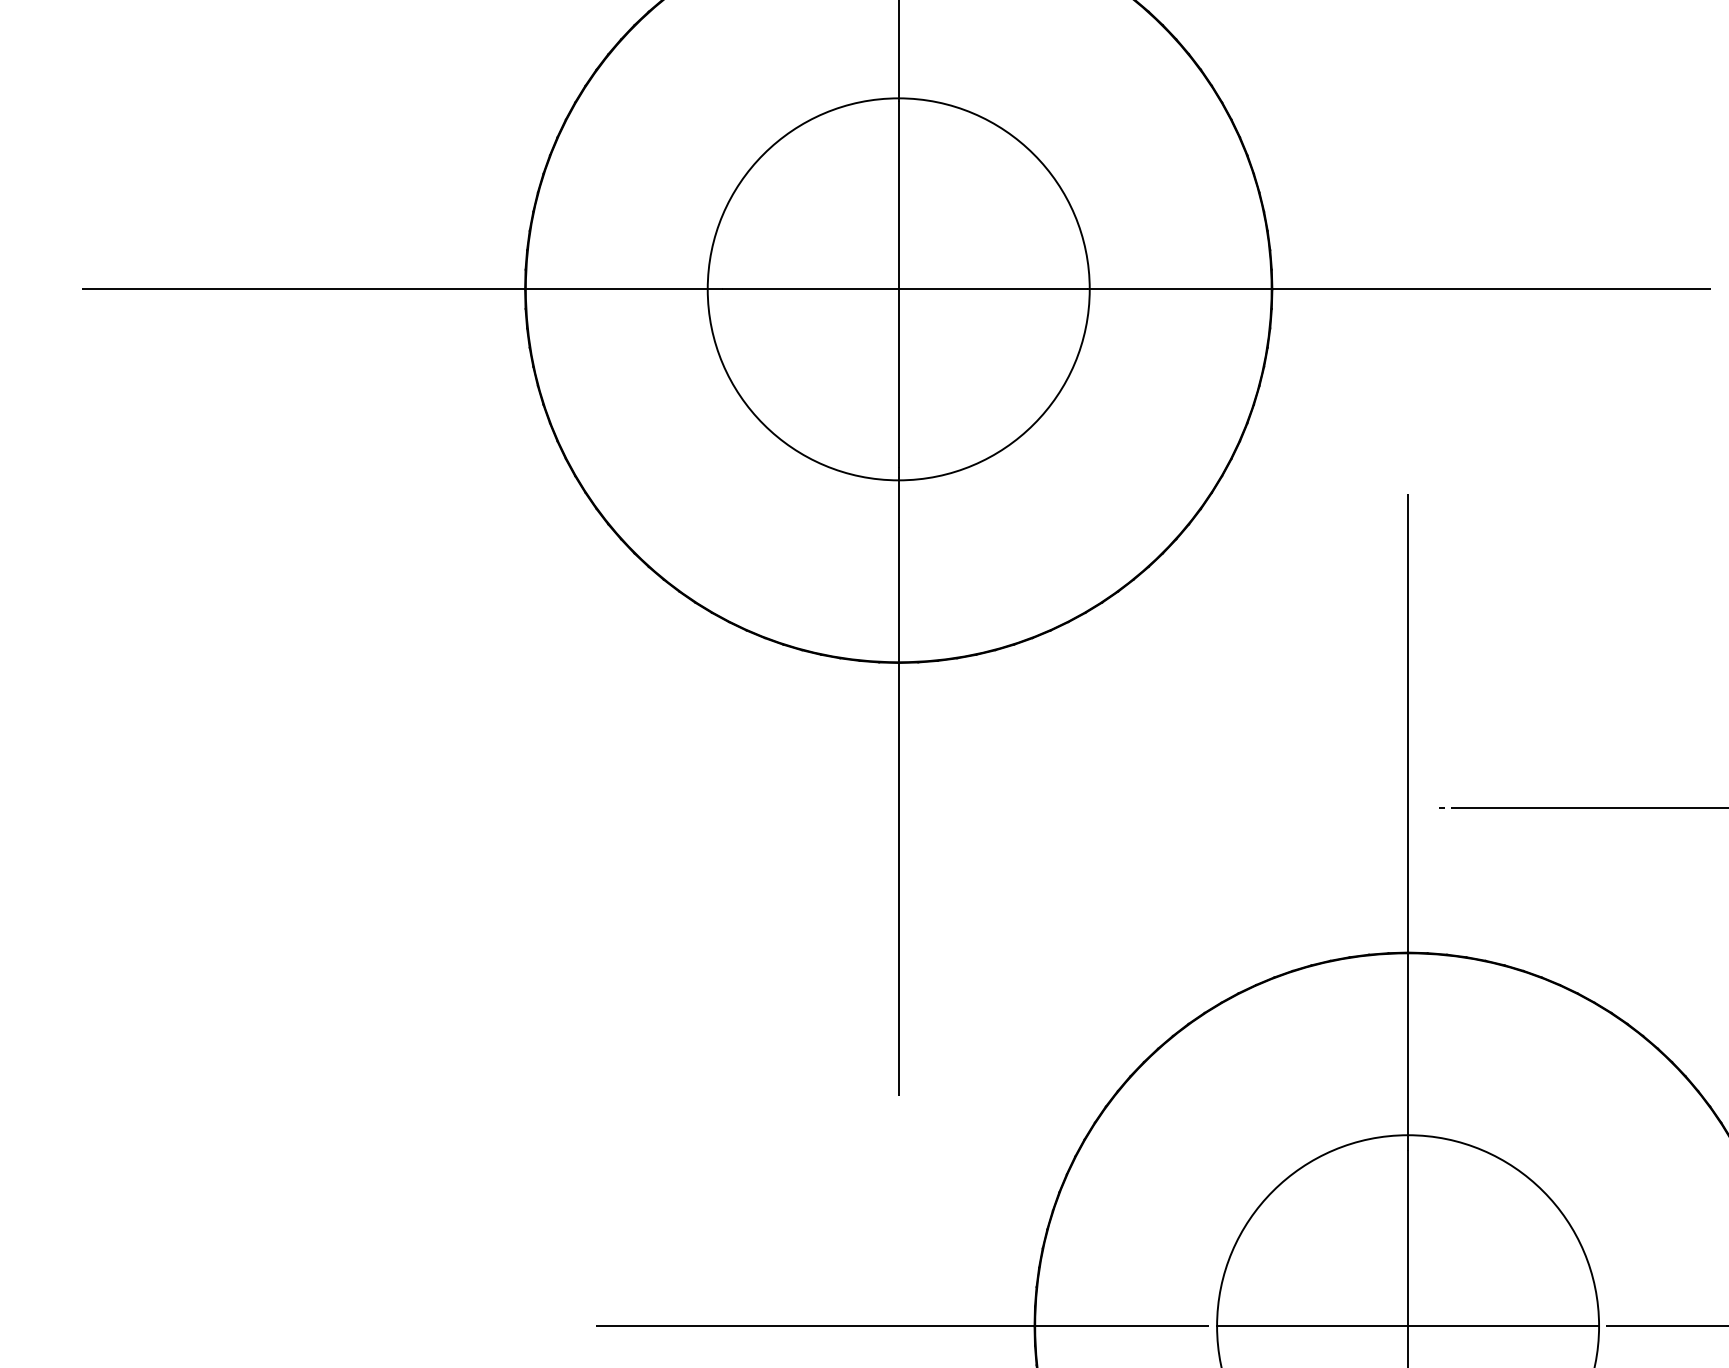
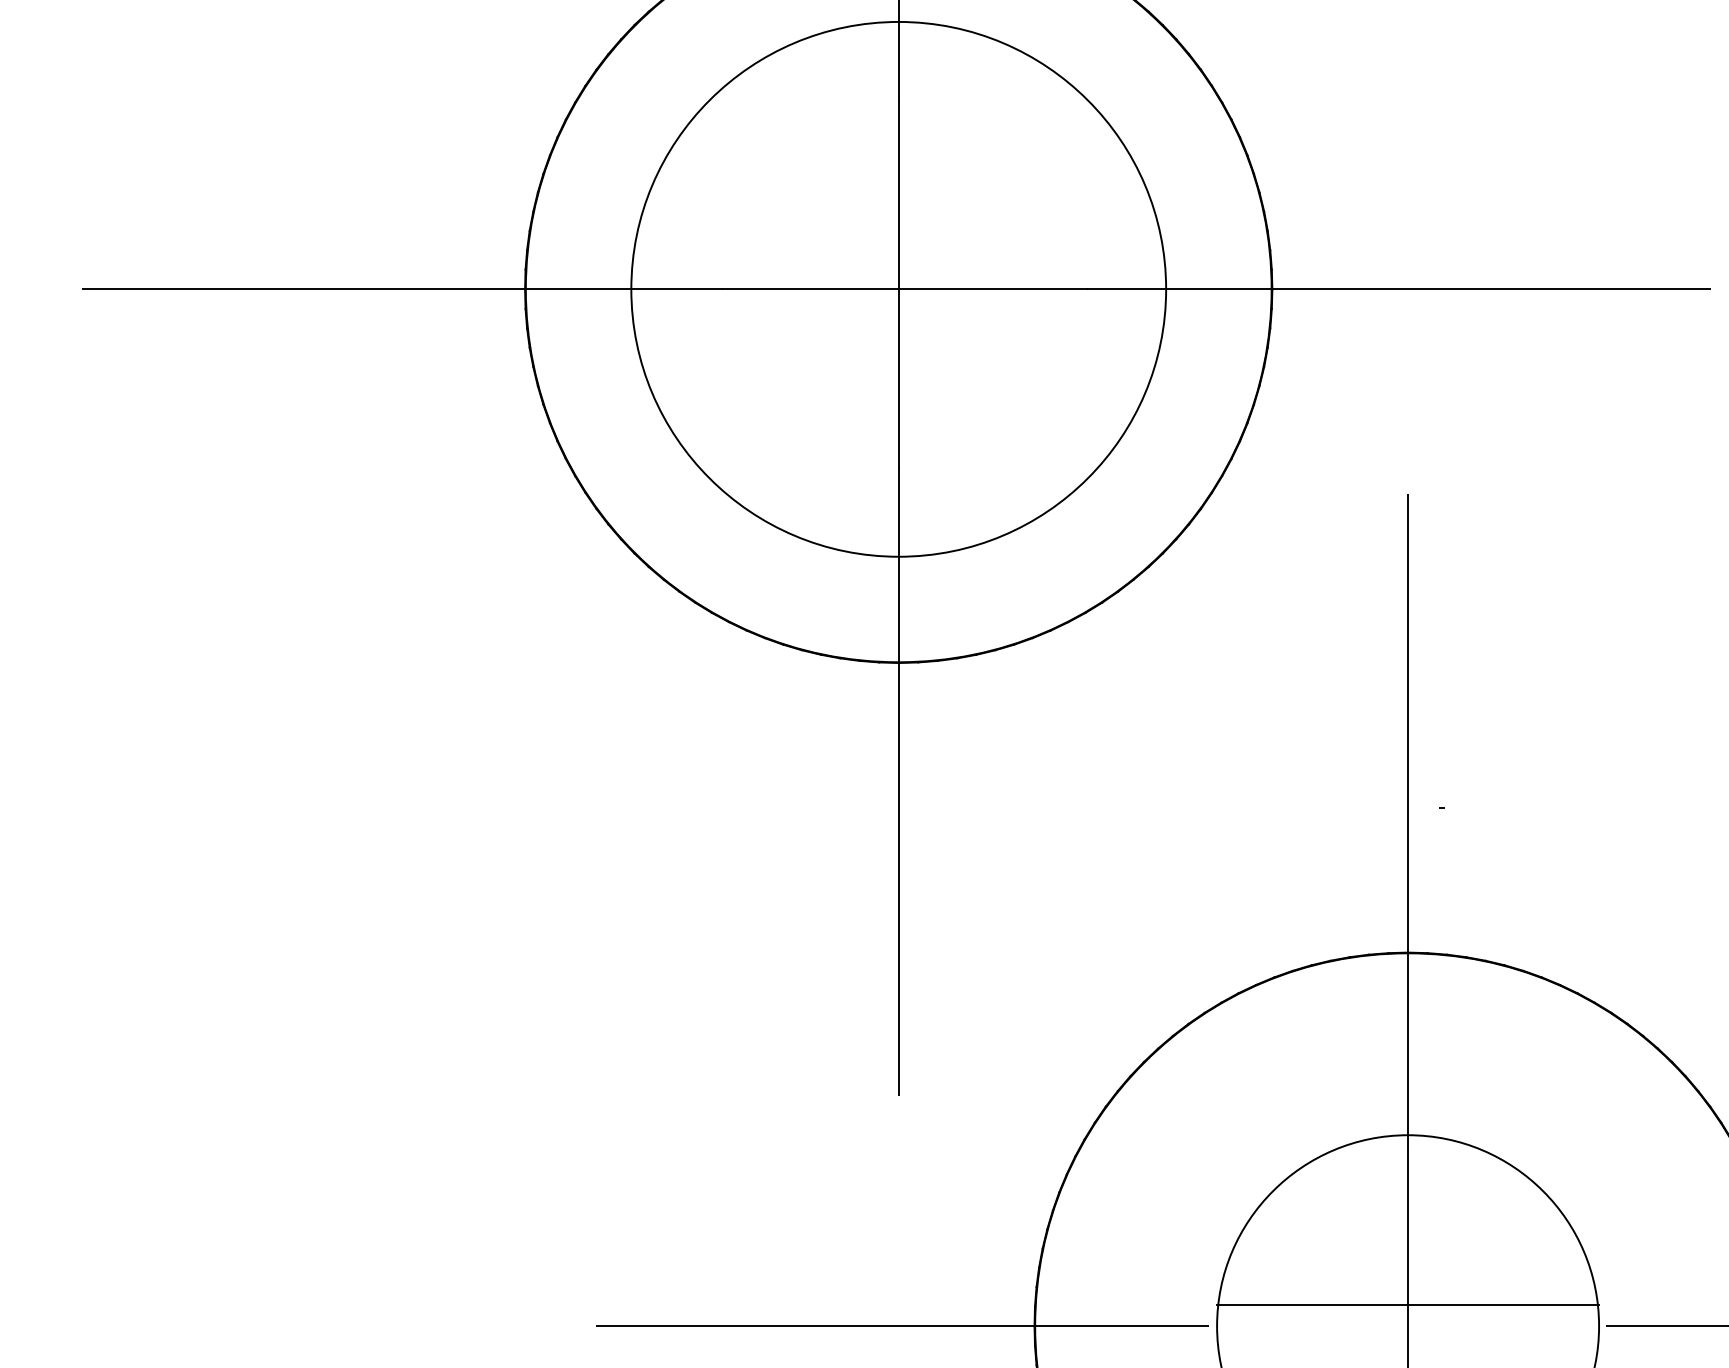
circle at (898, 289) diameter: 382 px -> 535 px
line at (1588, 807): present -> none
line at (1407, 1326) position: (1407, 1326) -> (1407, 1305)
